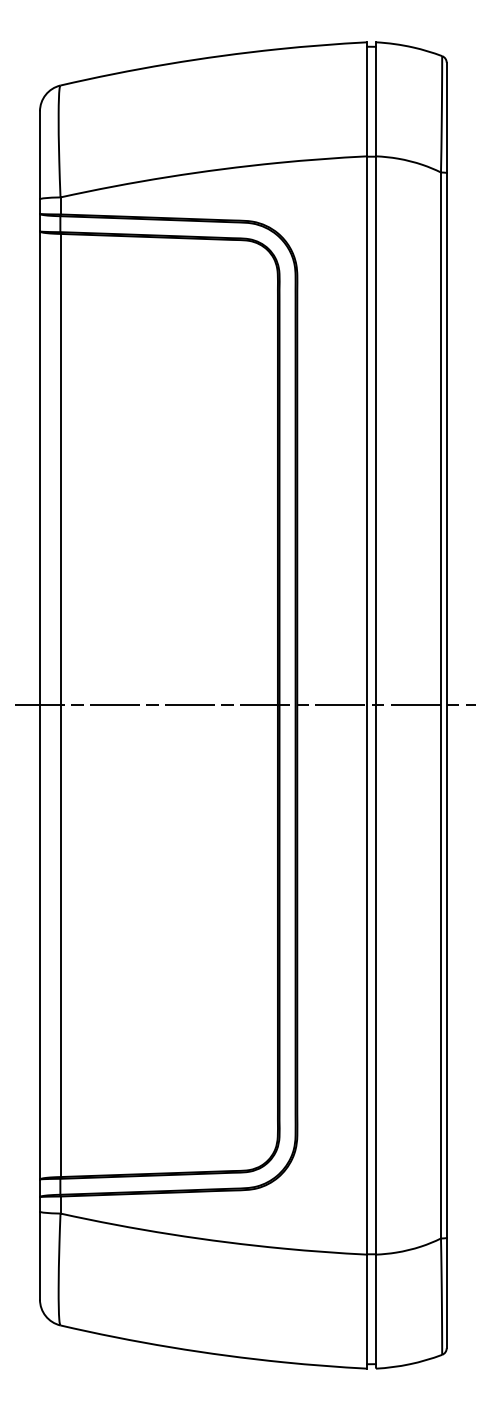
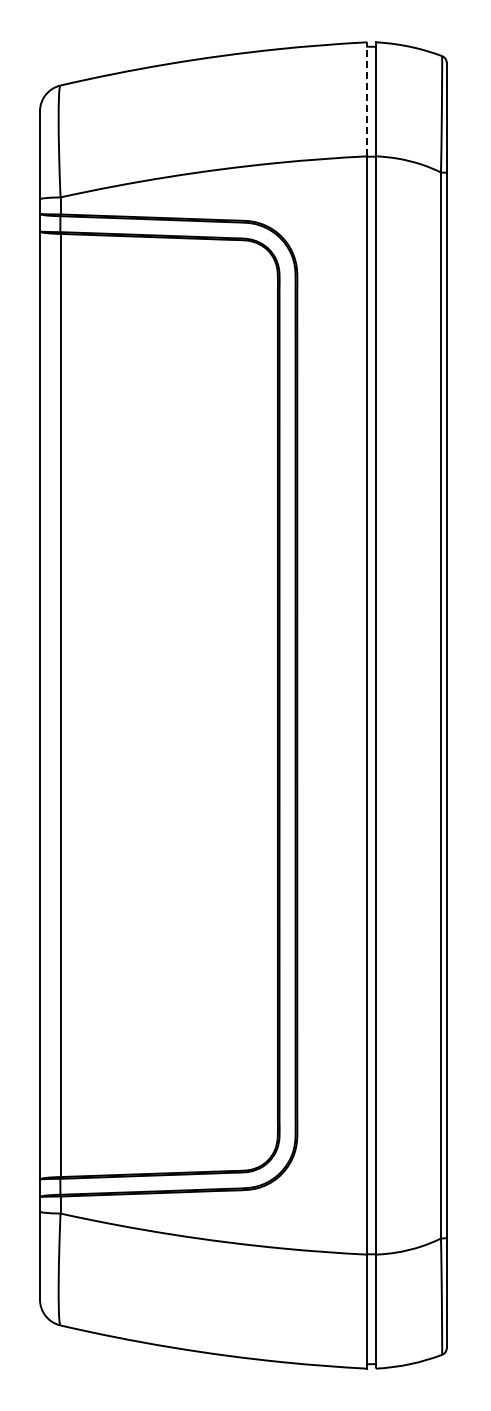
line at (367, 98): solid -> dashed
line at (245, 705): present -> none
